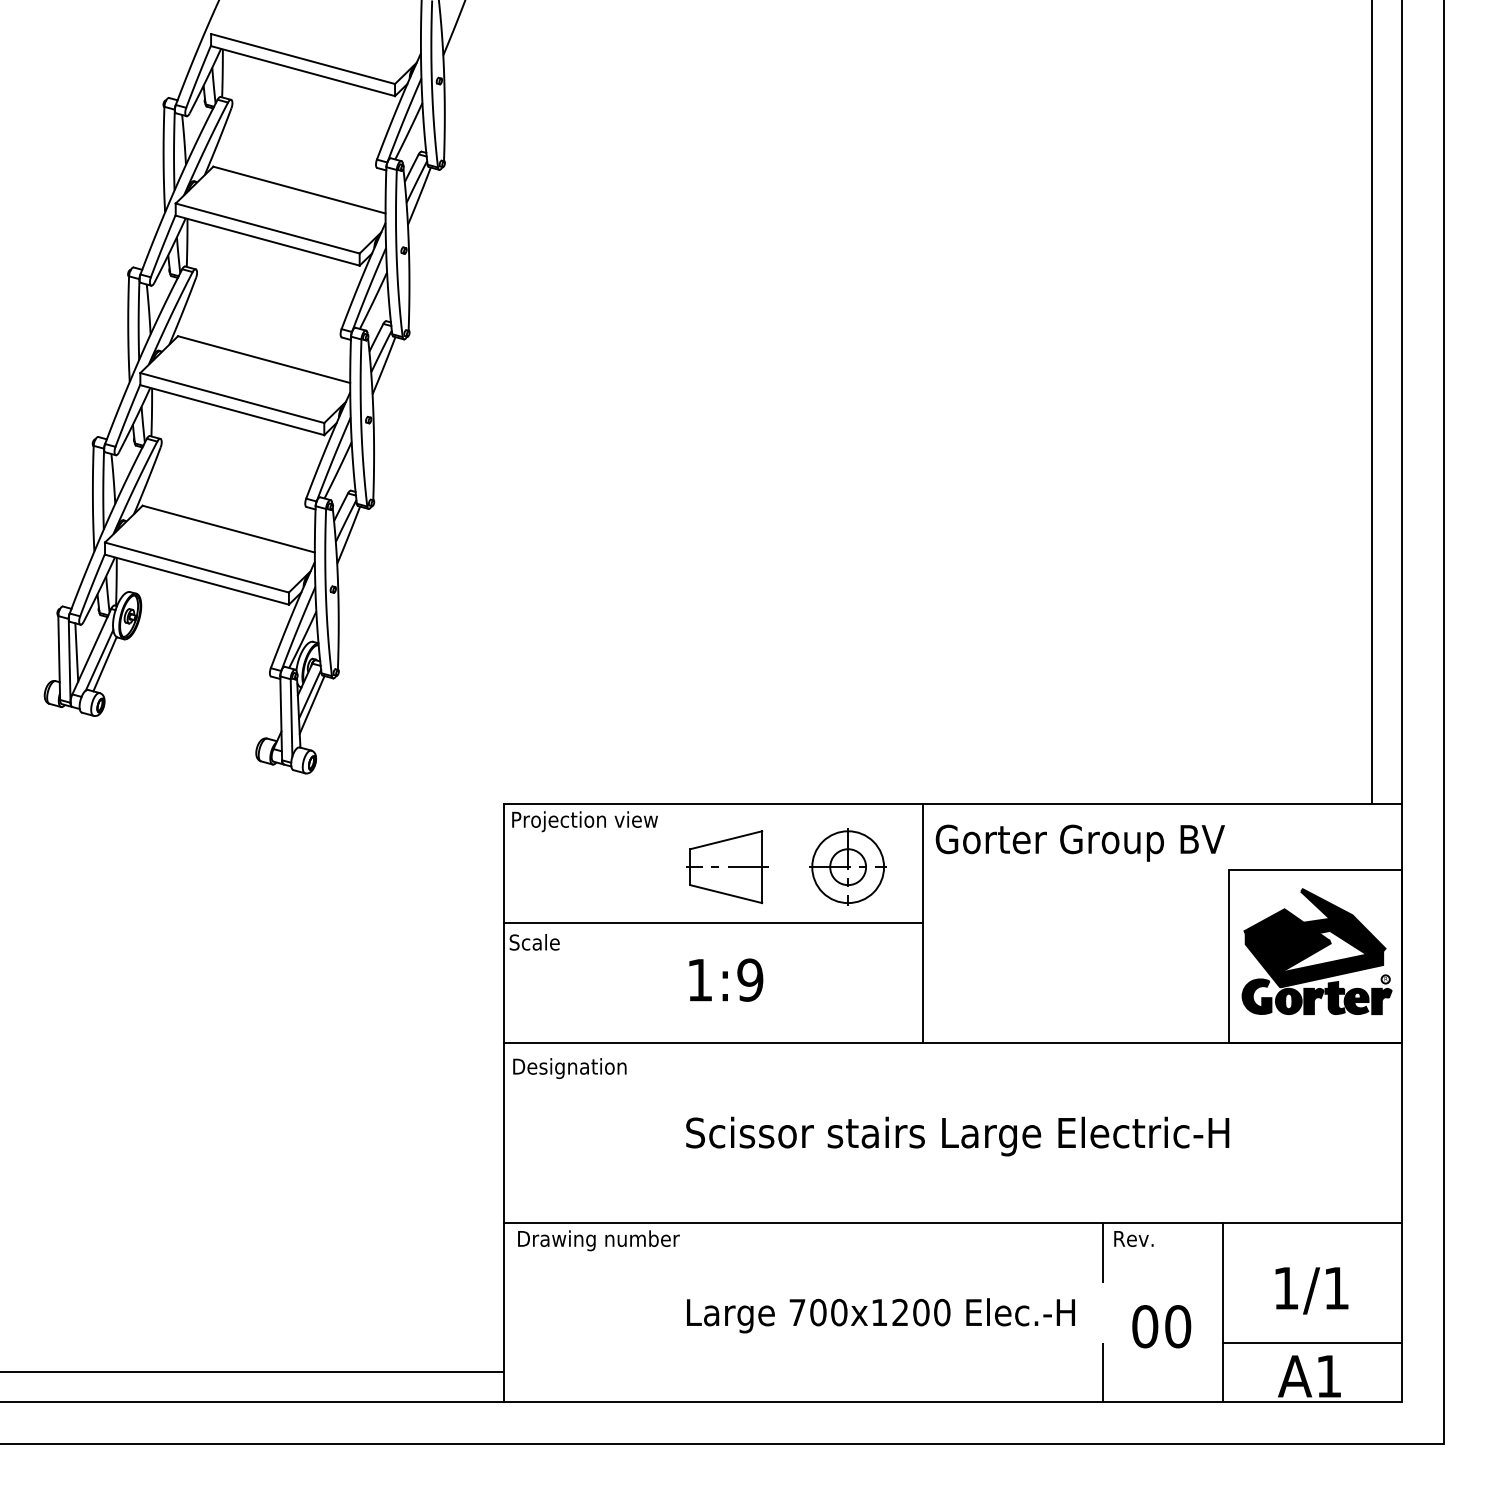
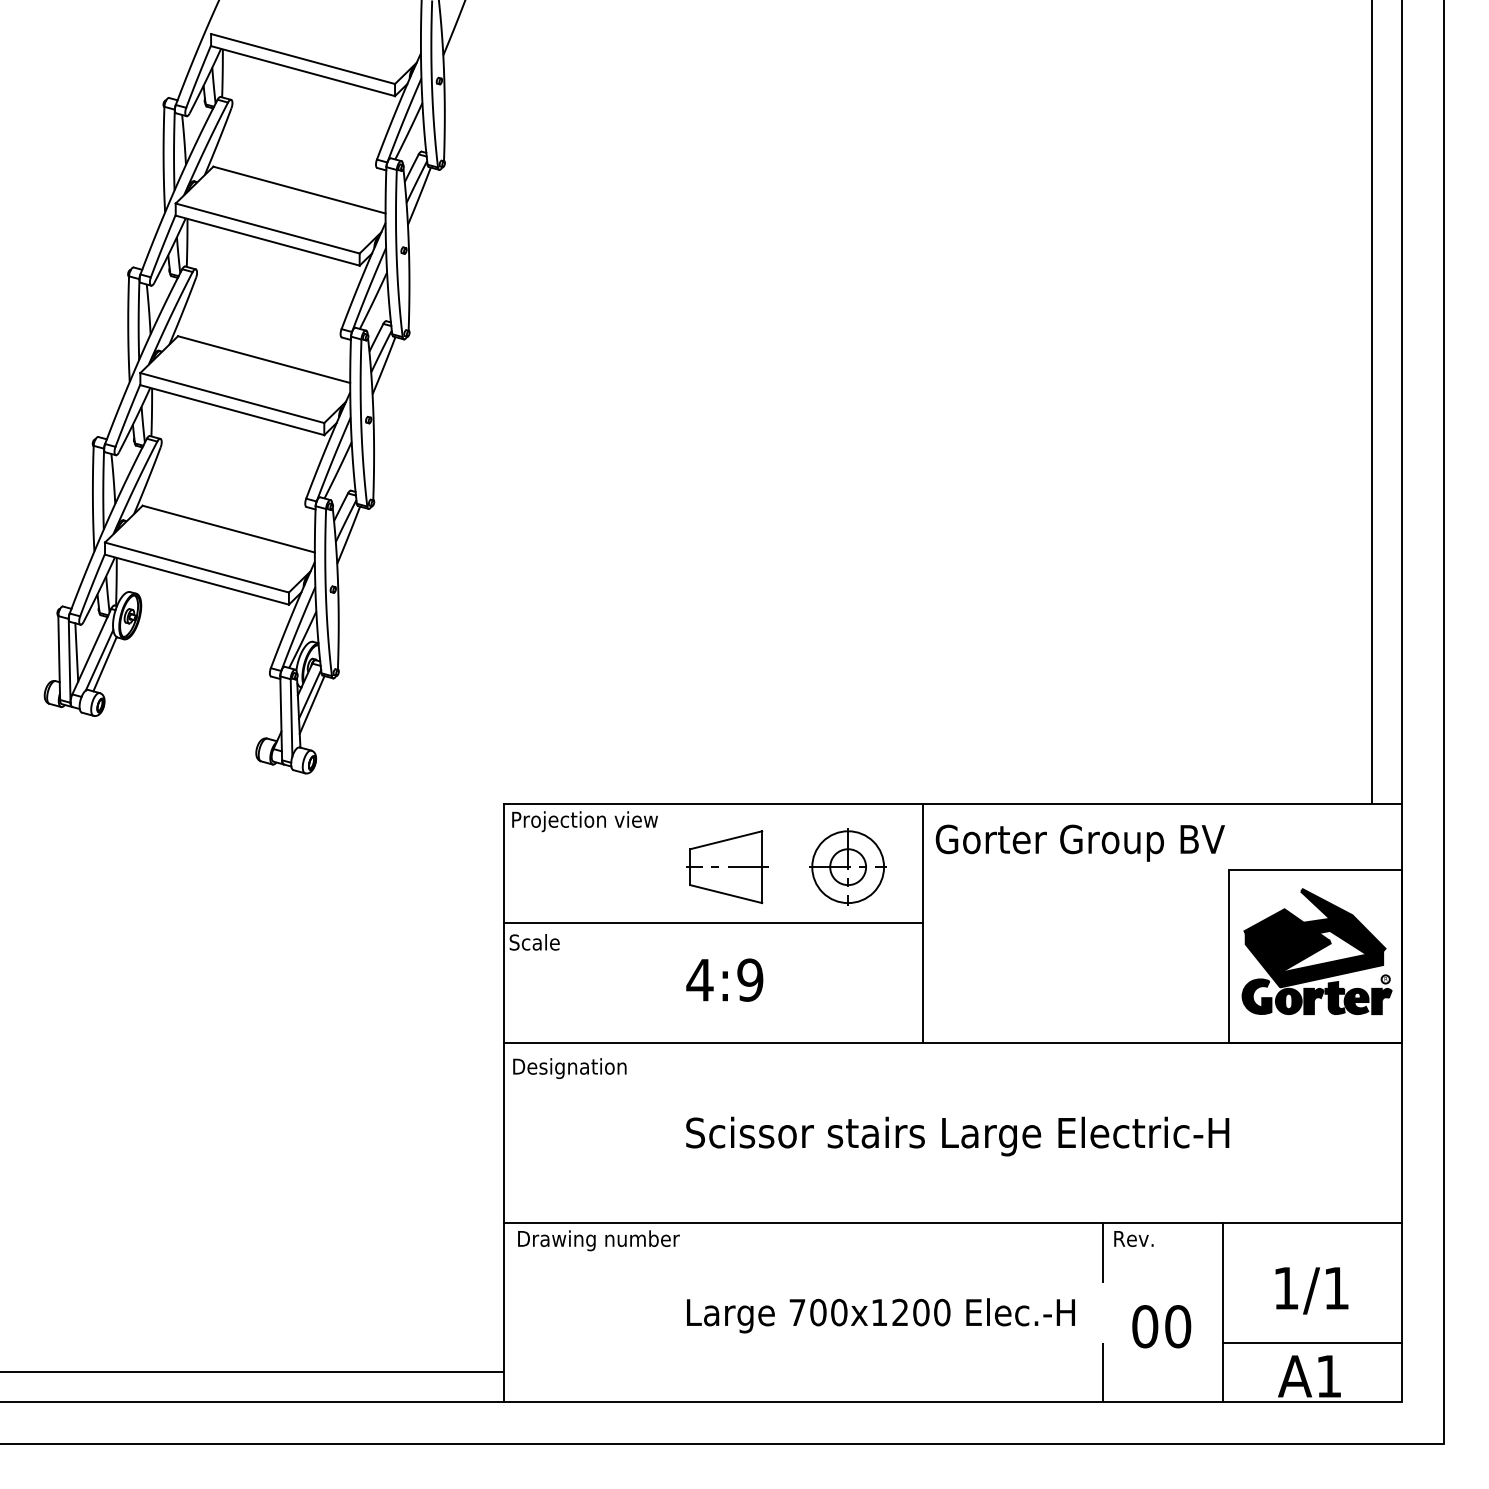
text at (699, 980): 1:9 -> 4:9
